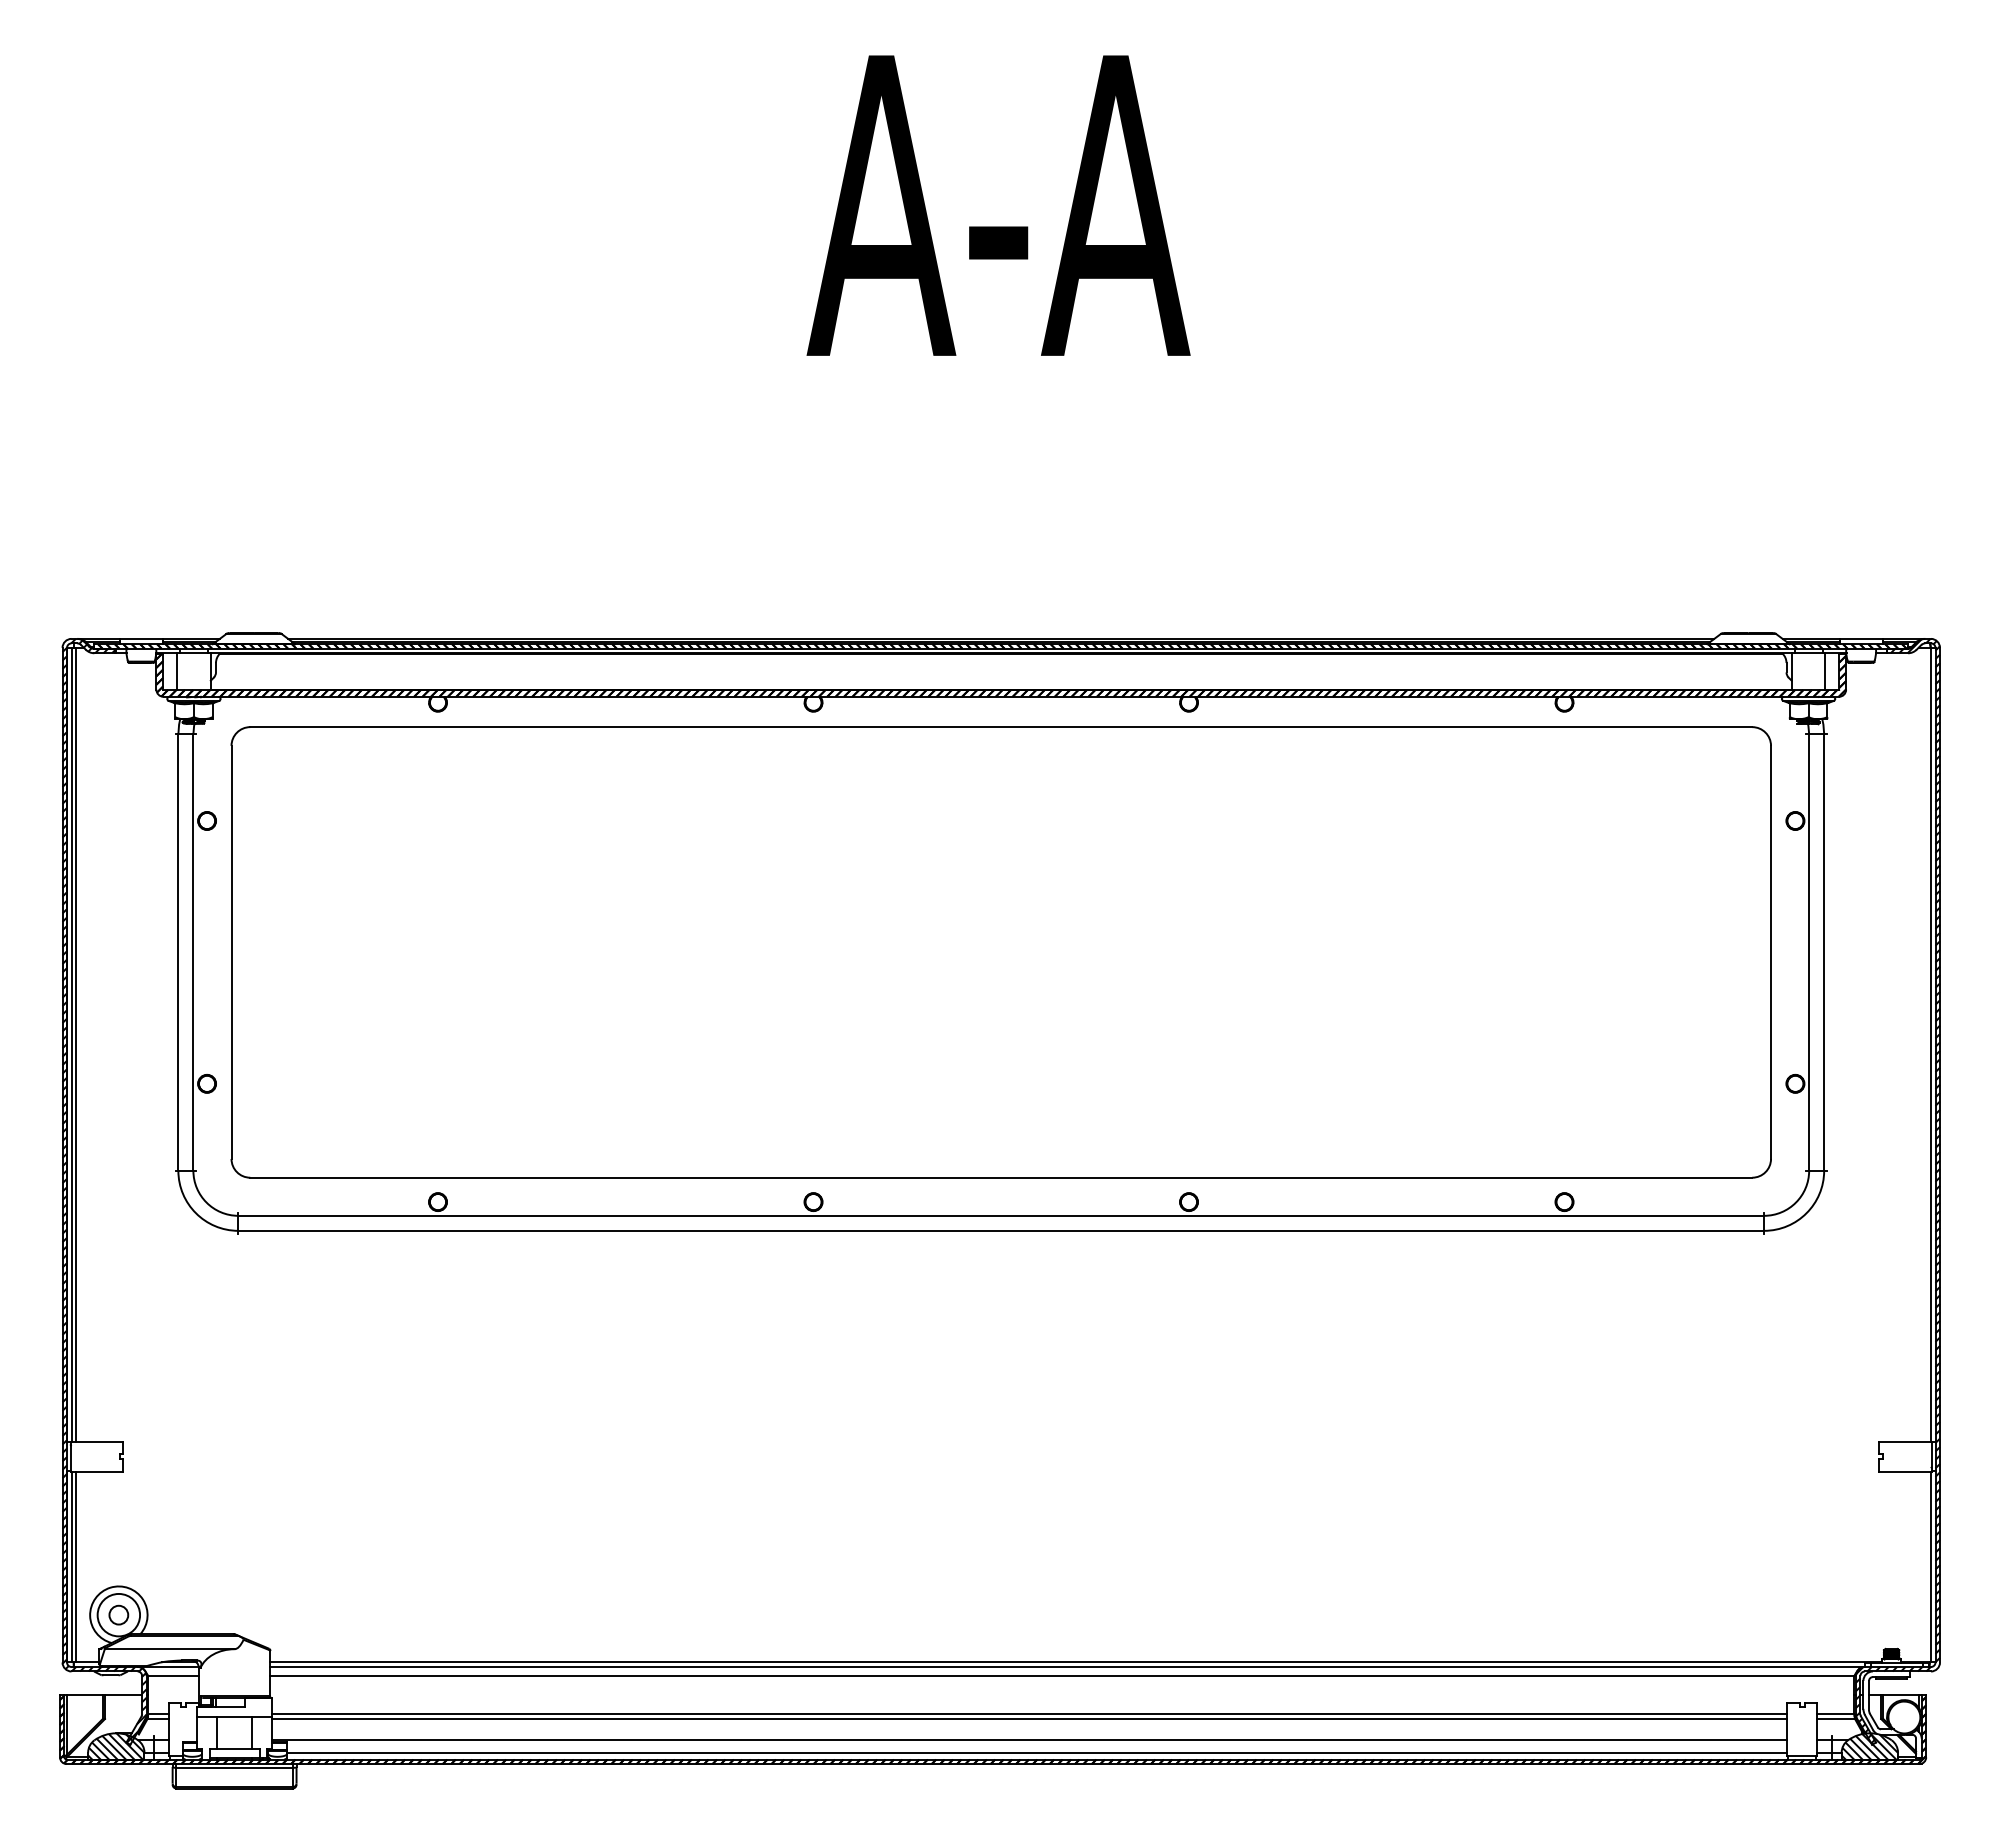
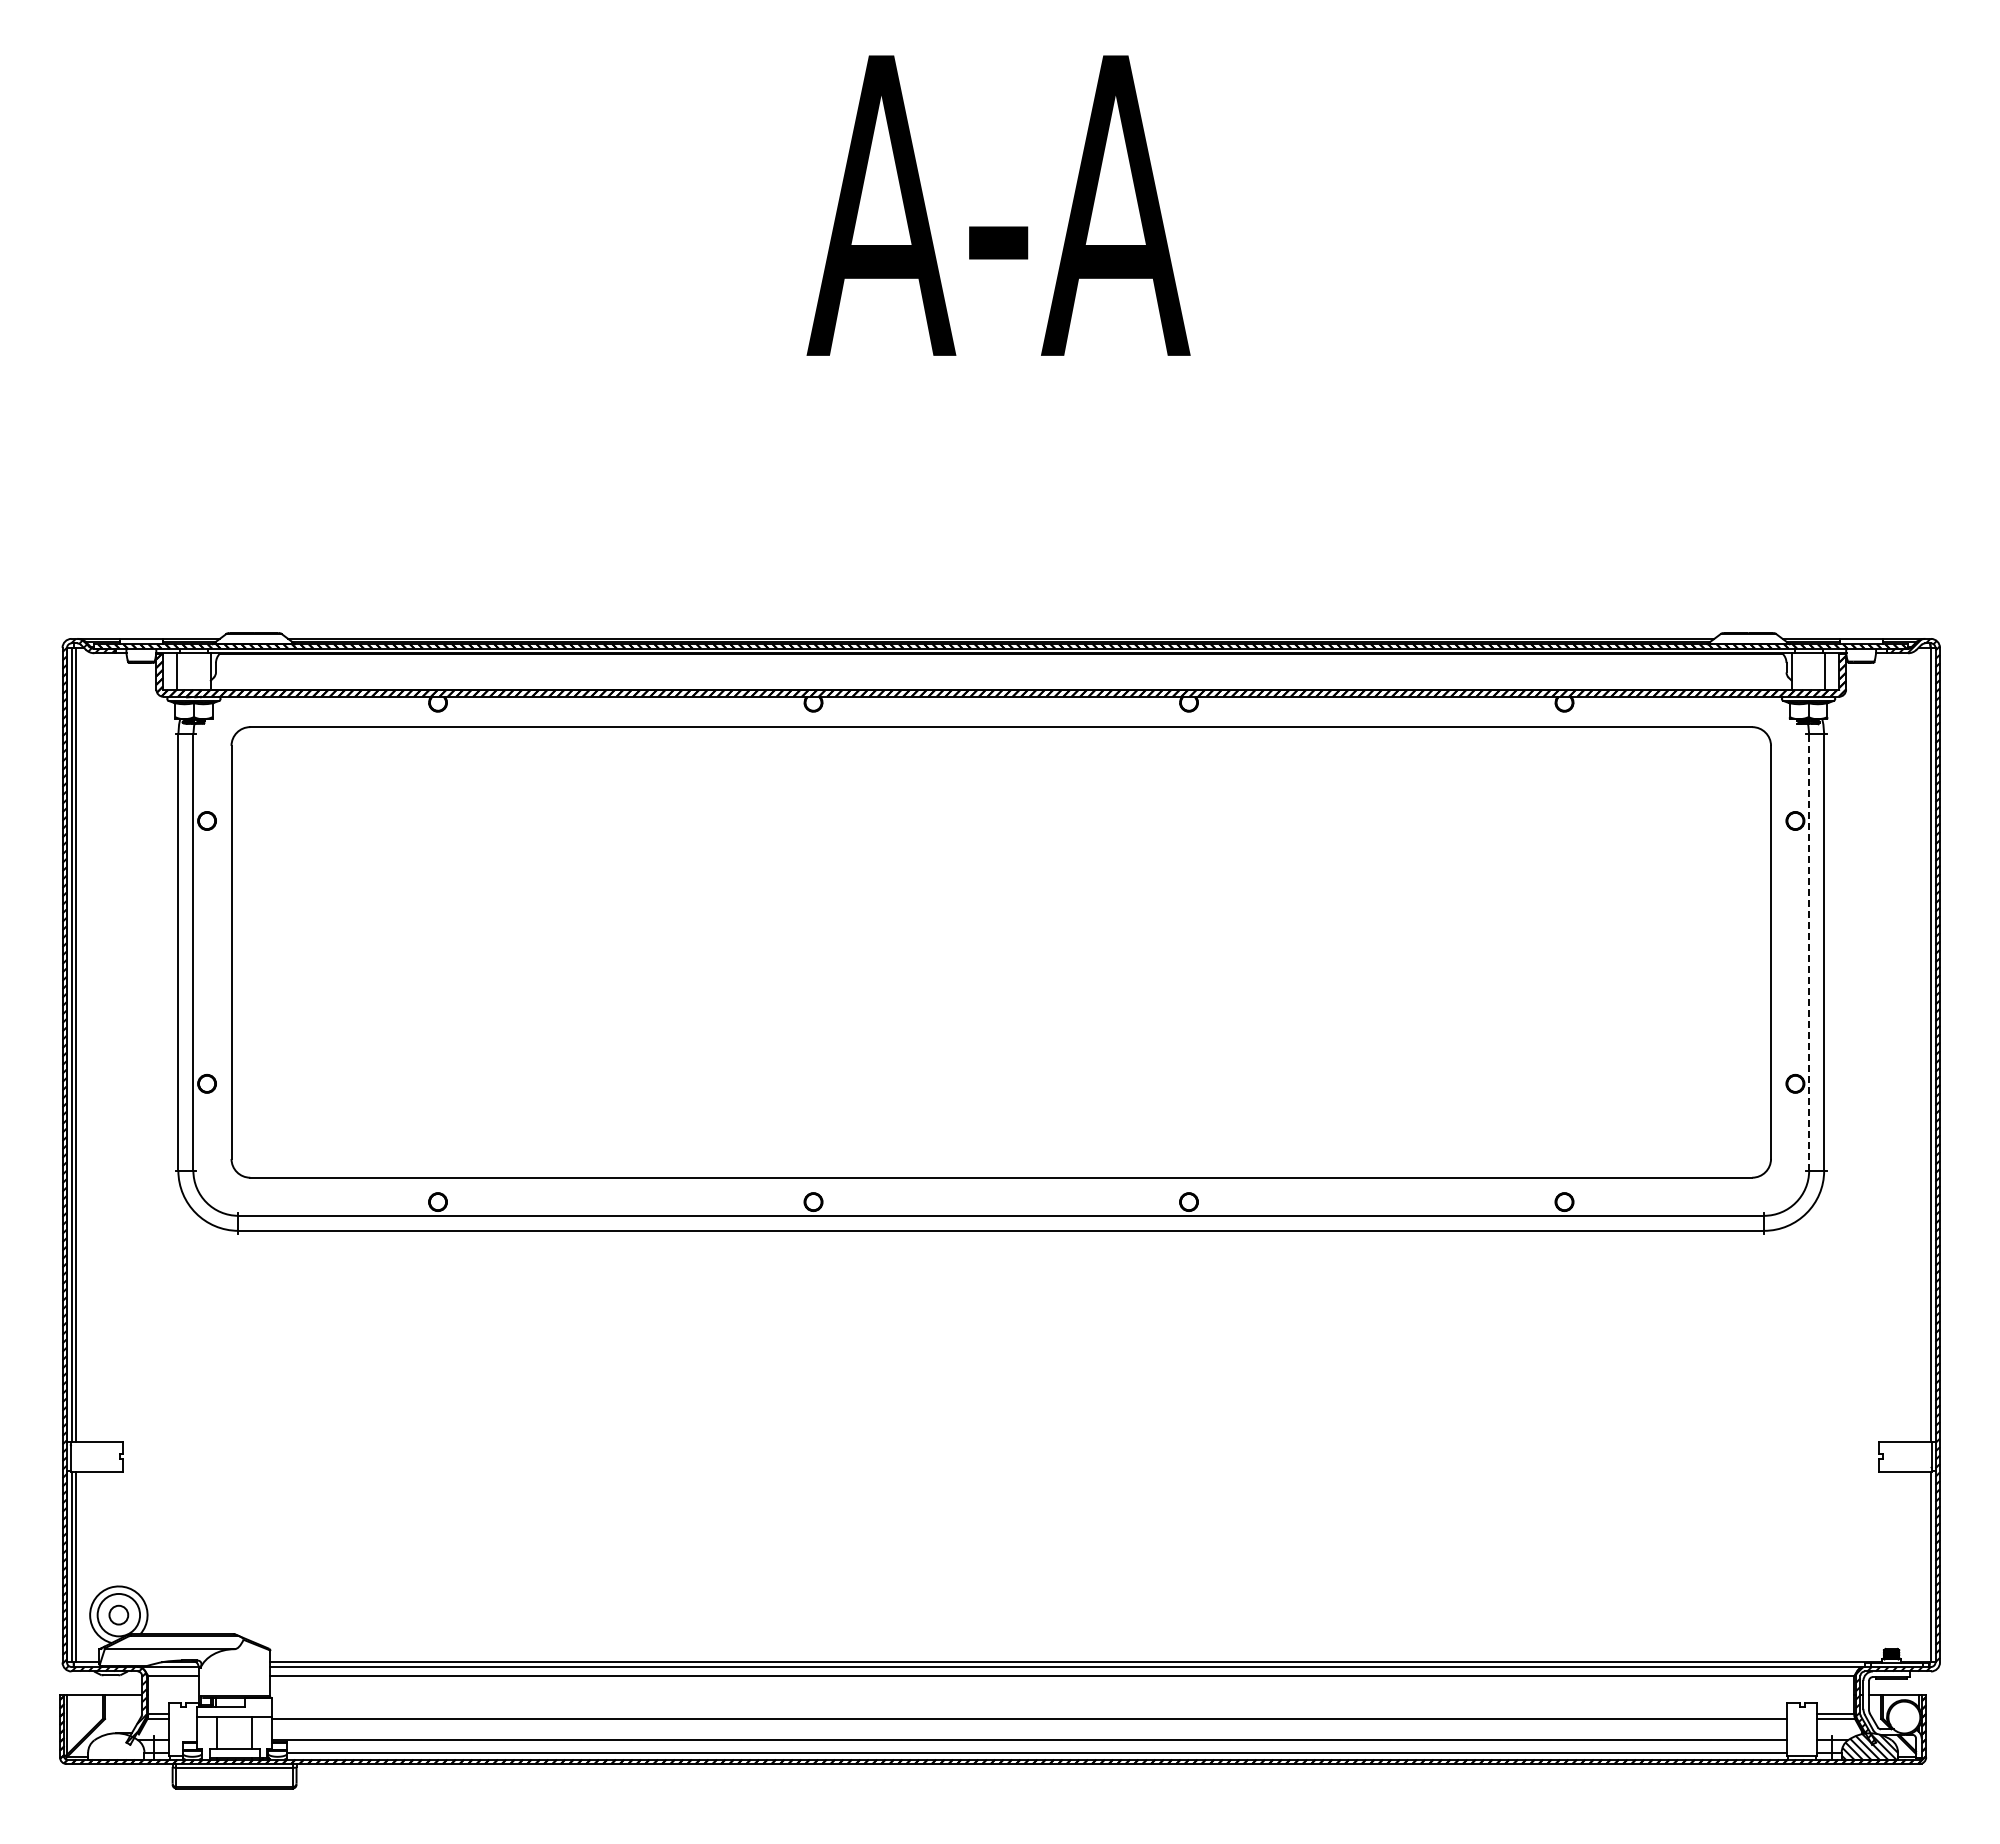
line at (1809, 951): solid -> dashed
line at (1029, 1714): present -> none
hatch at (116, 1746): present -> none
